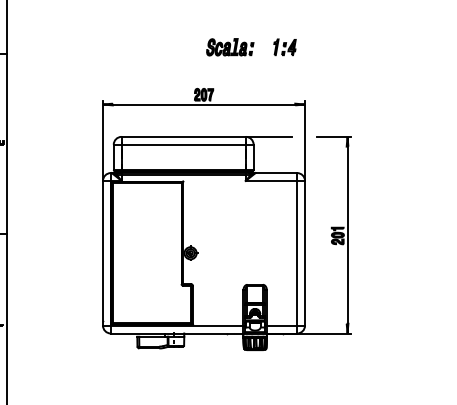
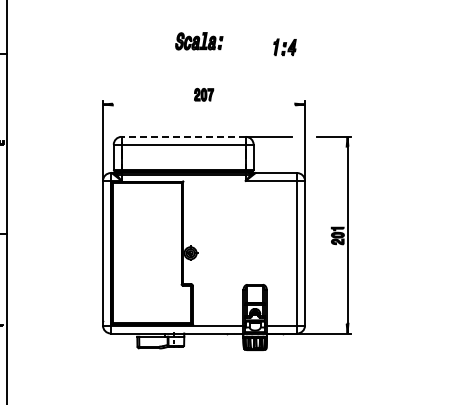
part at (230, 47) position: (230, 47) -> (199, 41)
line at (203, 104): present -> none
line at (183, 136): solid -> dashed
